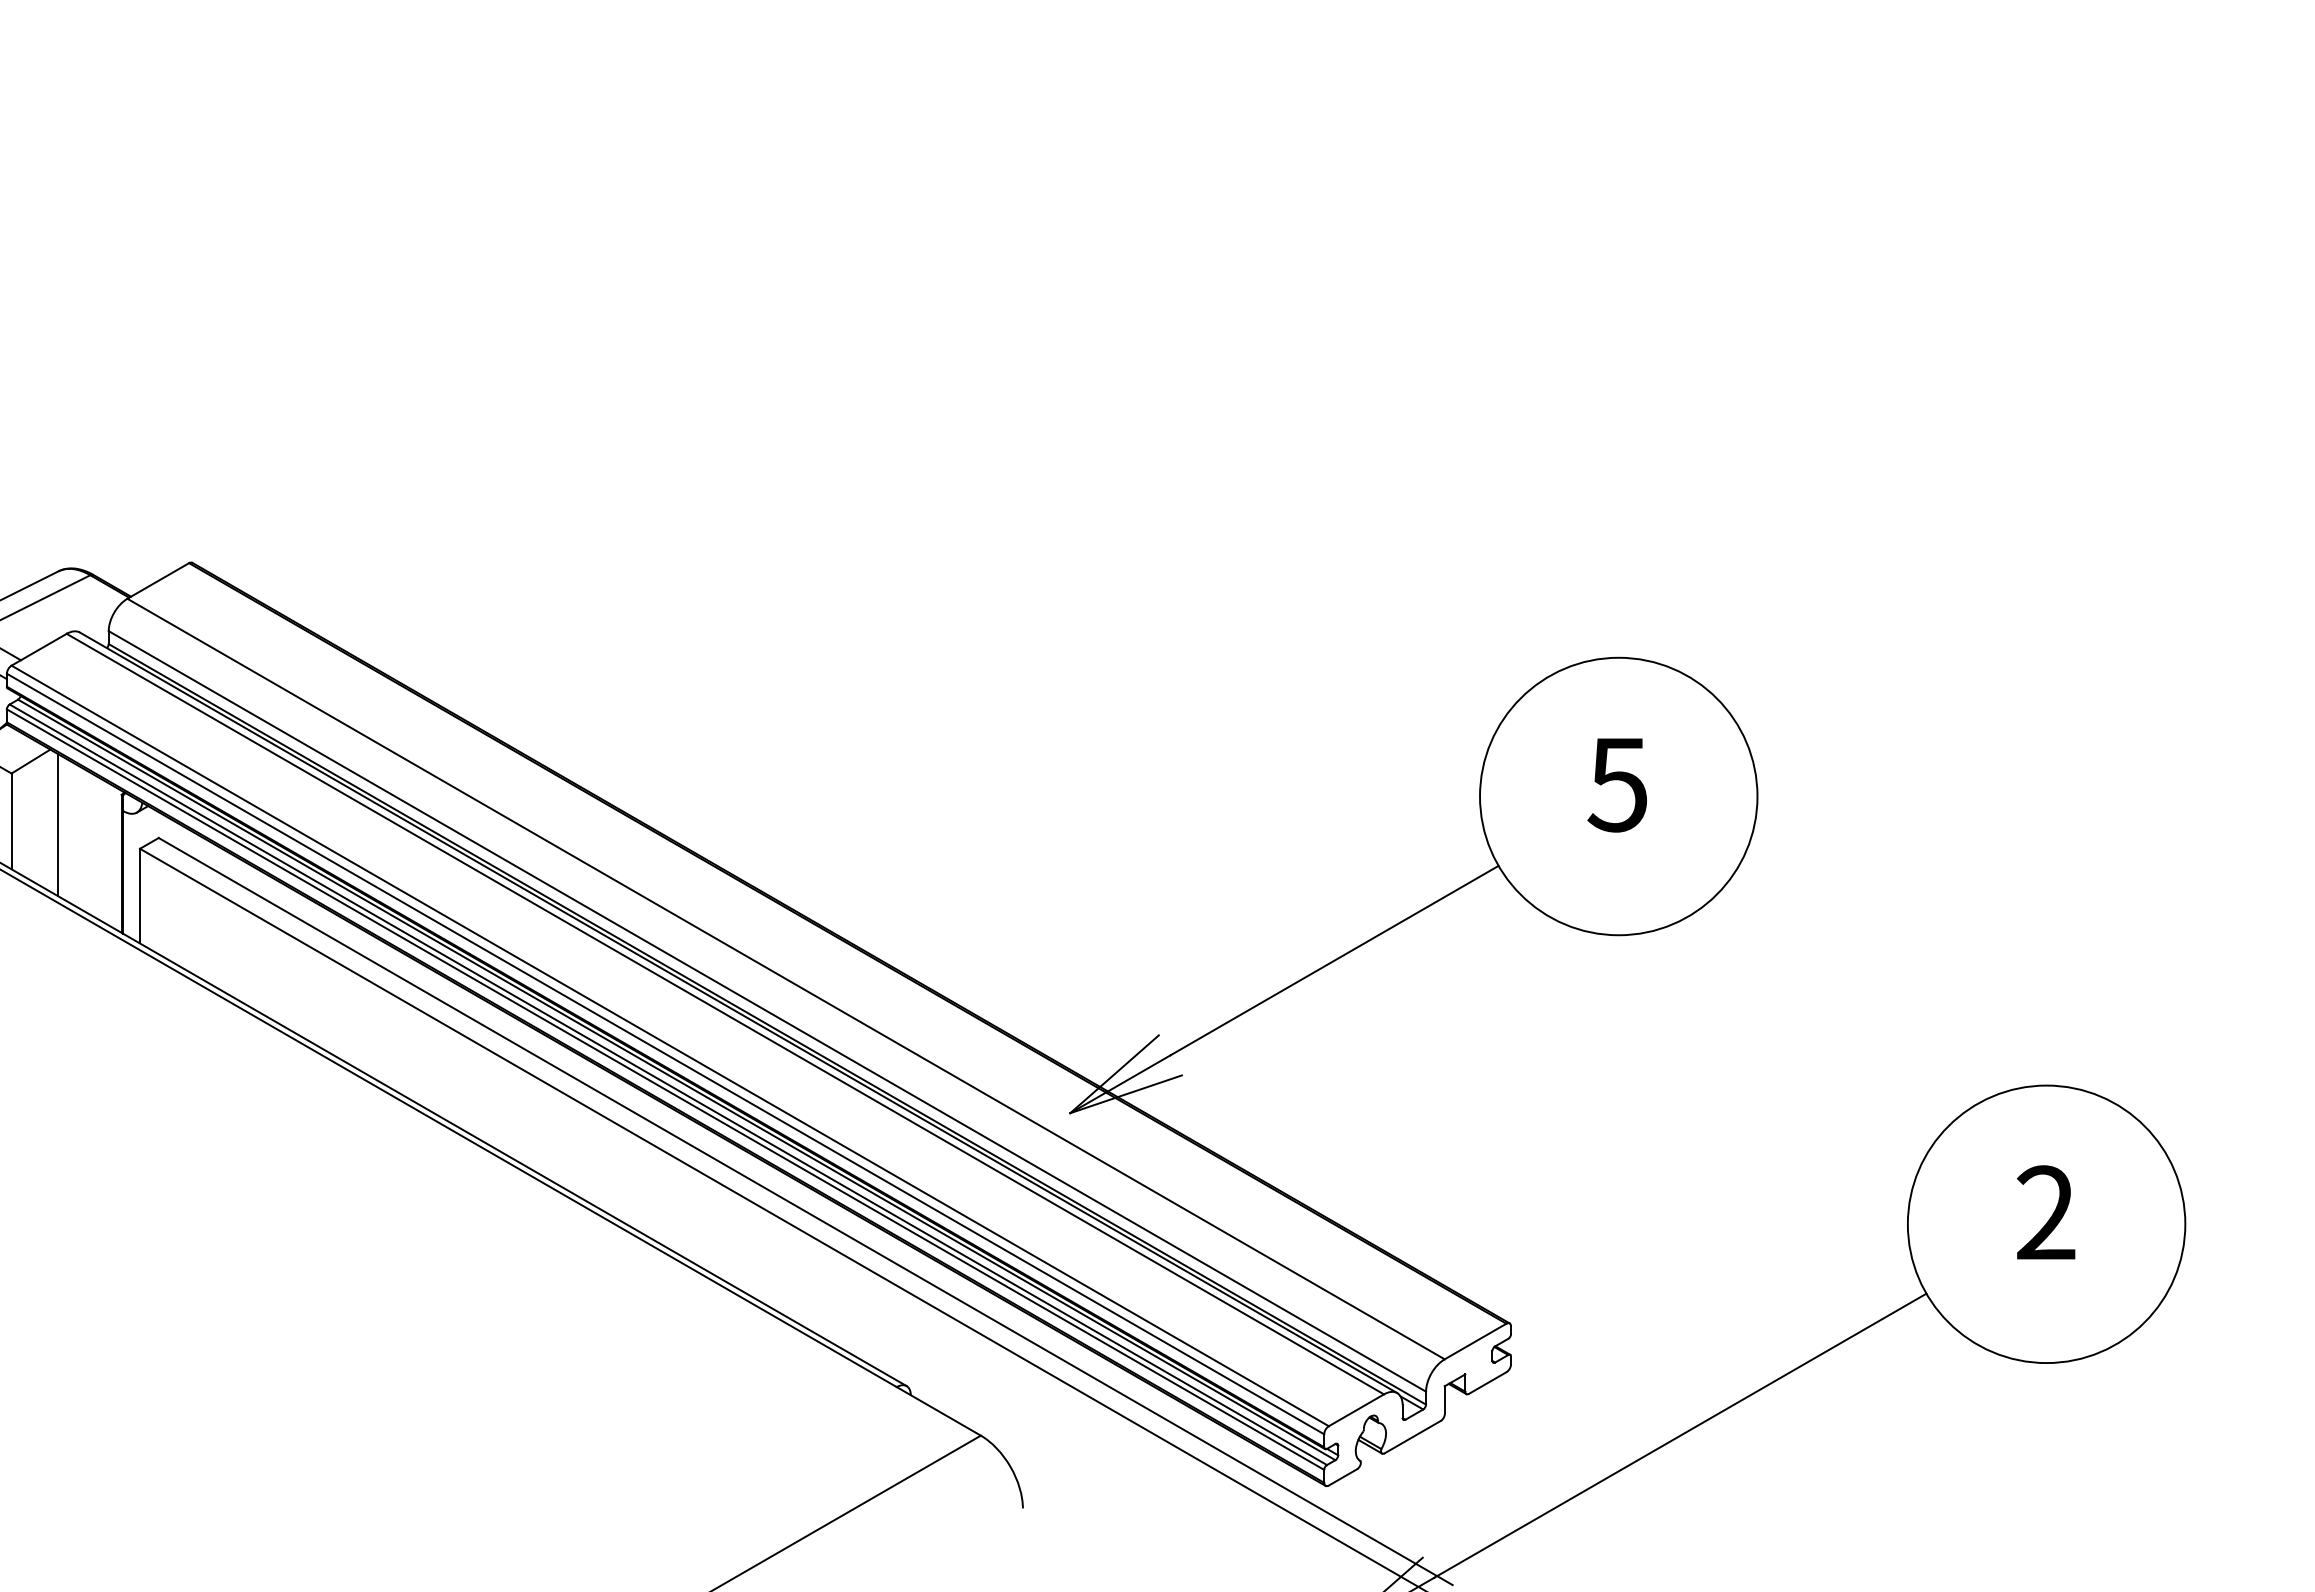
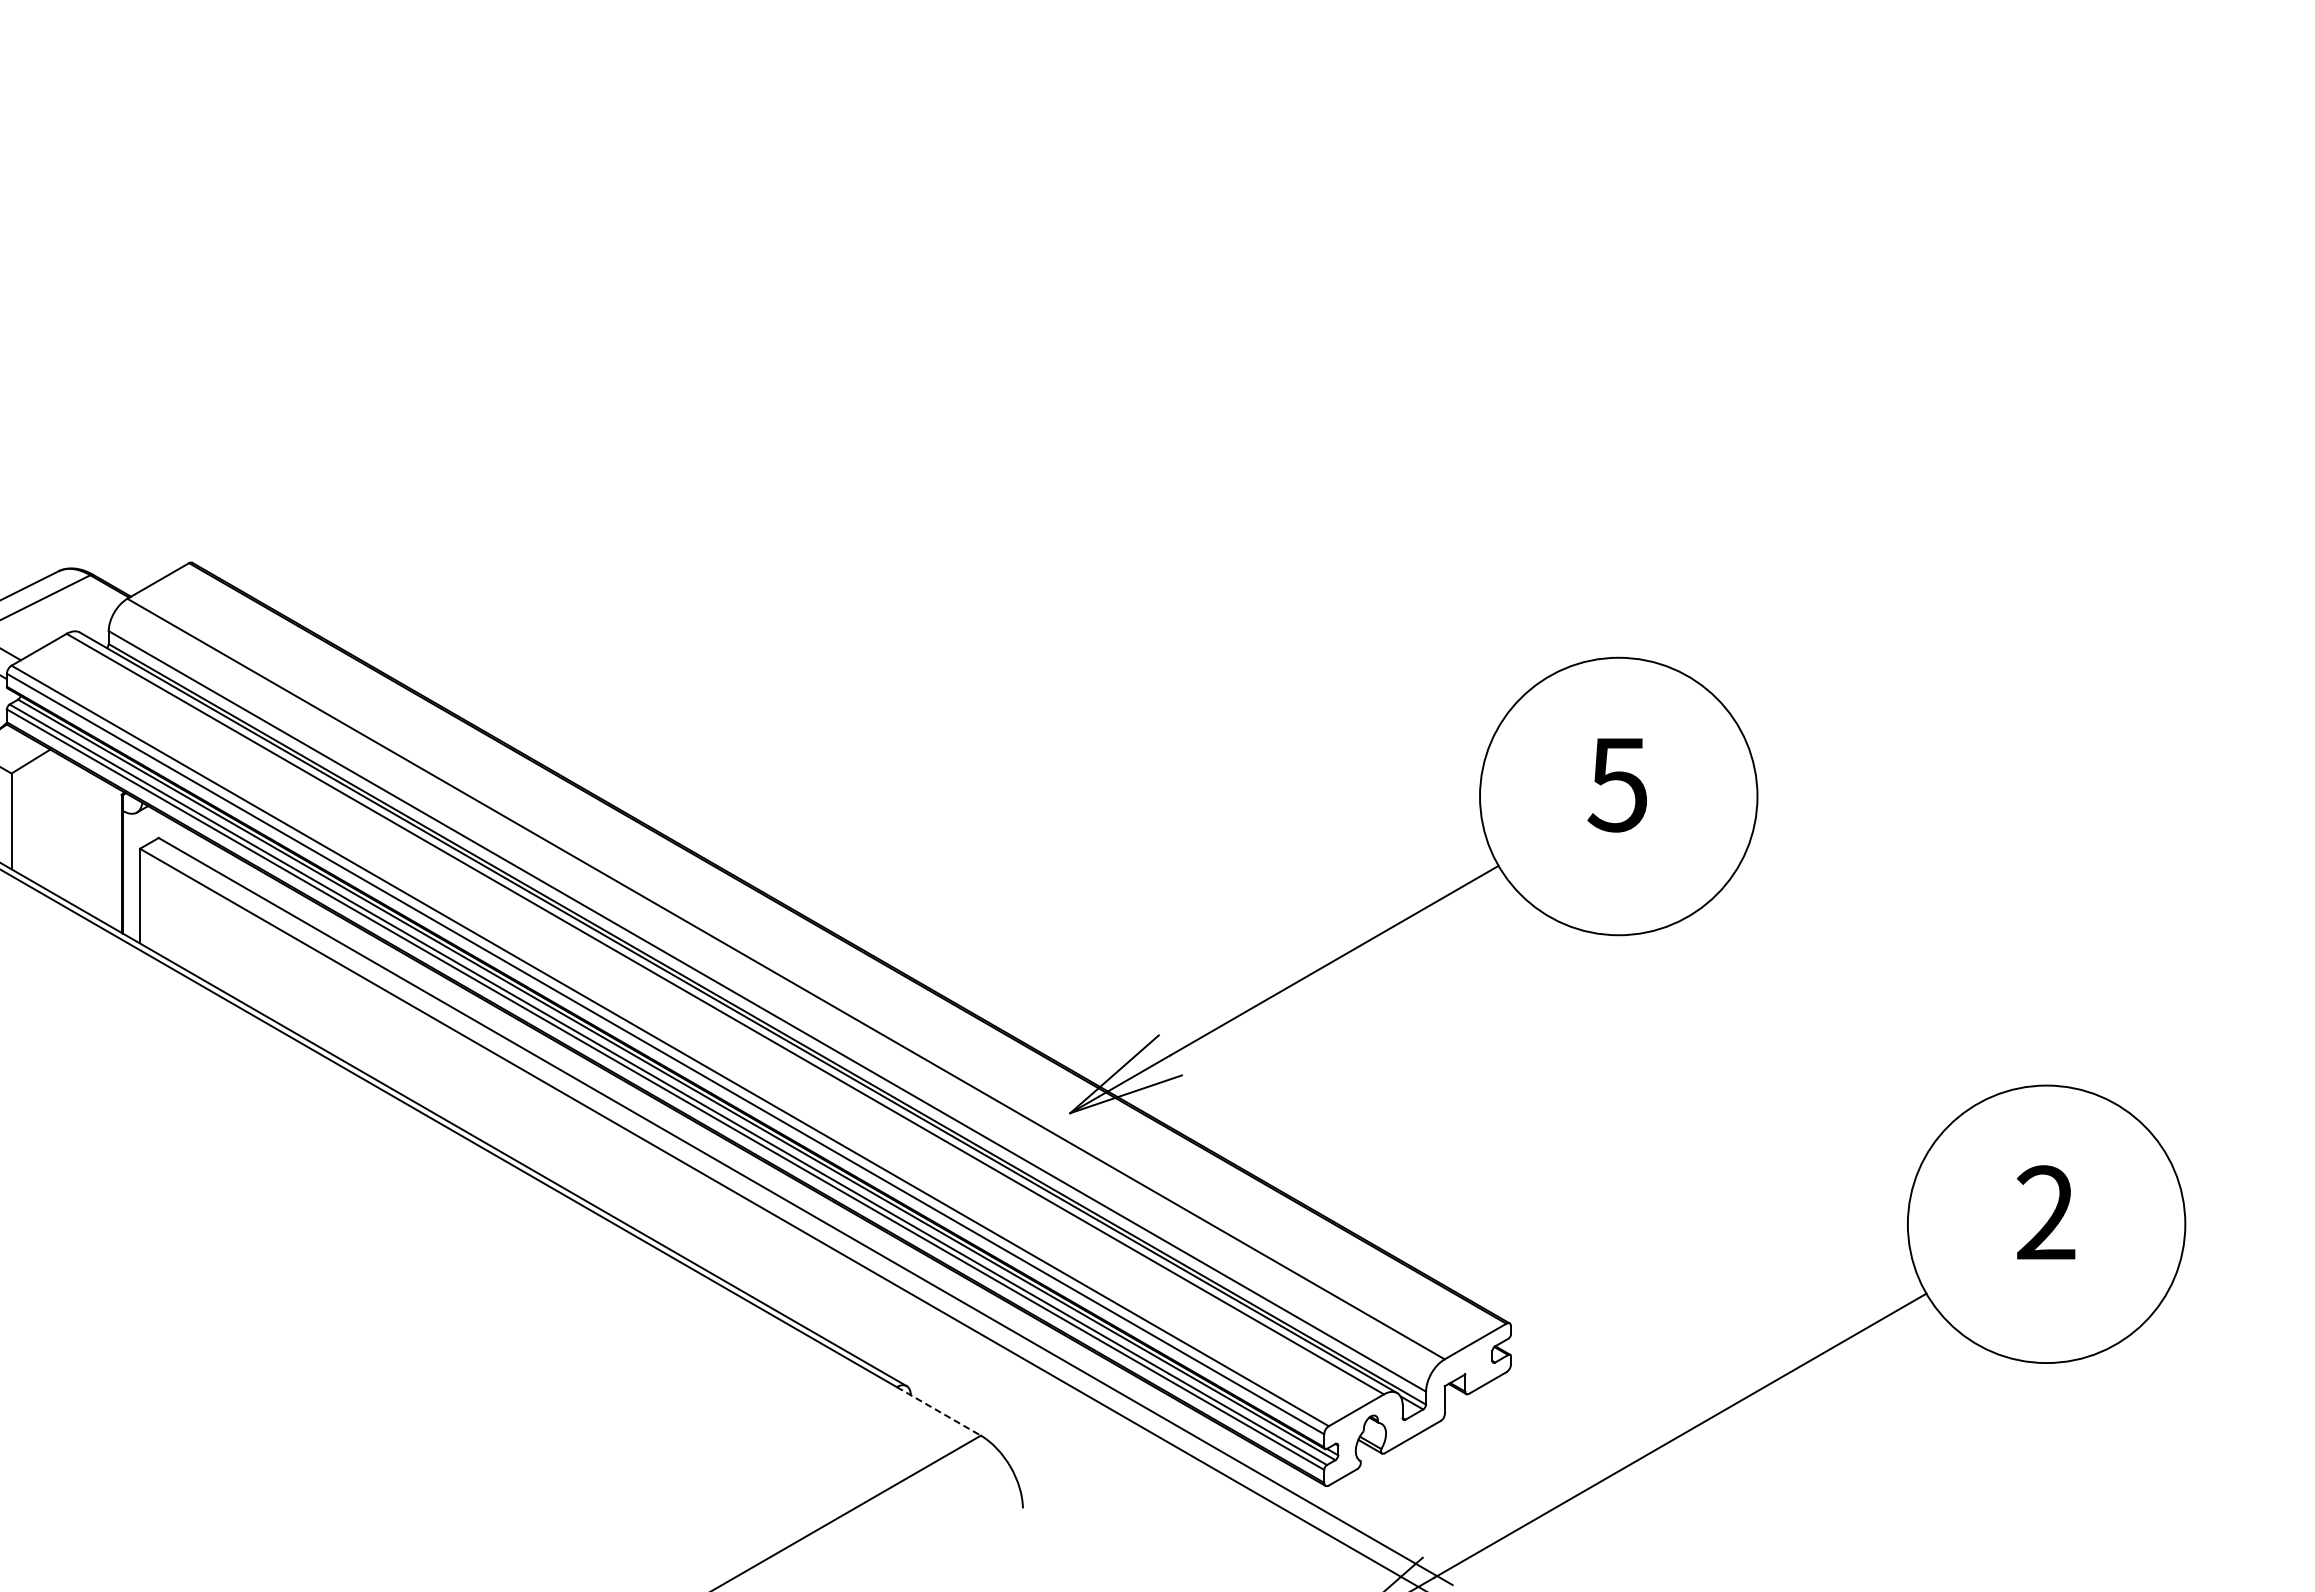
line at (58, 825): present -> none
line at (938, 1411): solid -> dashed
